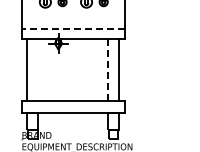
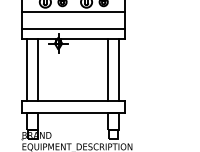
line at (72, 11): none -> present
line at (72, 29): dashed -> solid
line at (38, 69): none -> present
line at (107, 69): dashed -> solid
